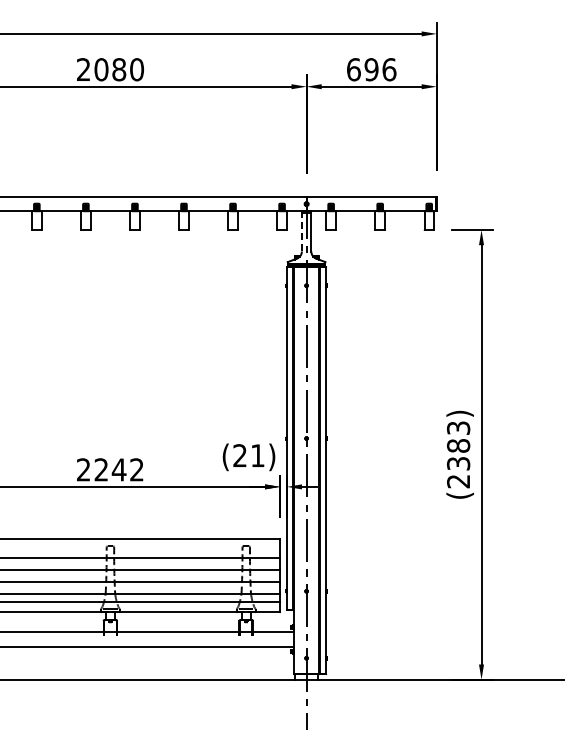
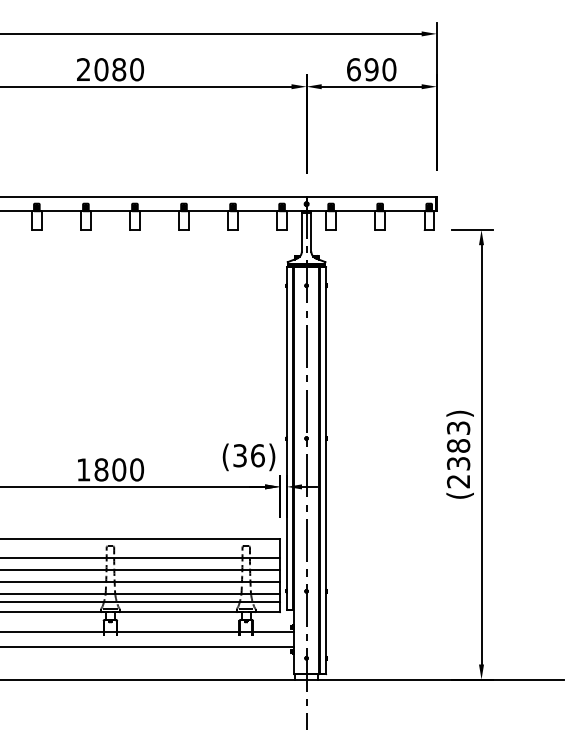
text at (389, 69): 696 -> 690
line at (301, 231): dashed -> solid
text at (248, 455): (21) -> (36)
text at (110, 469): 2242 -> 1800
